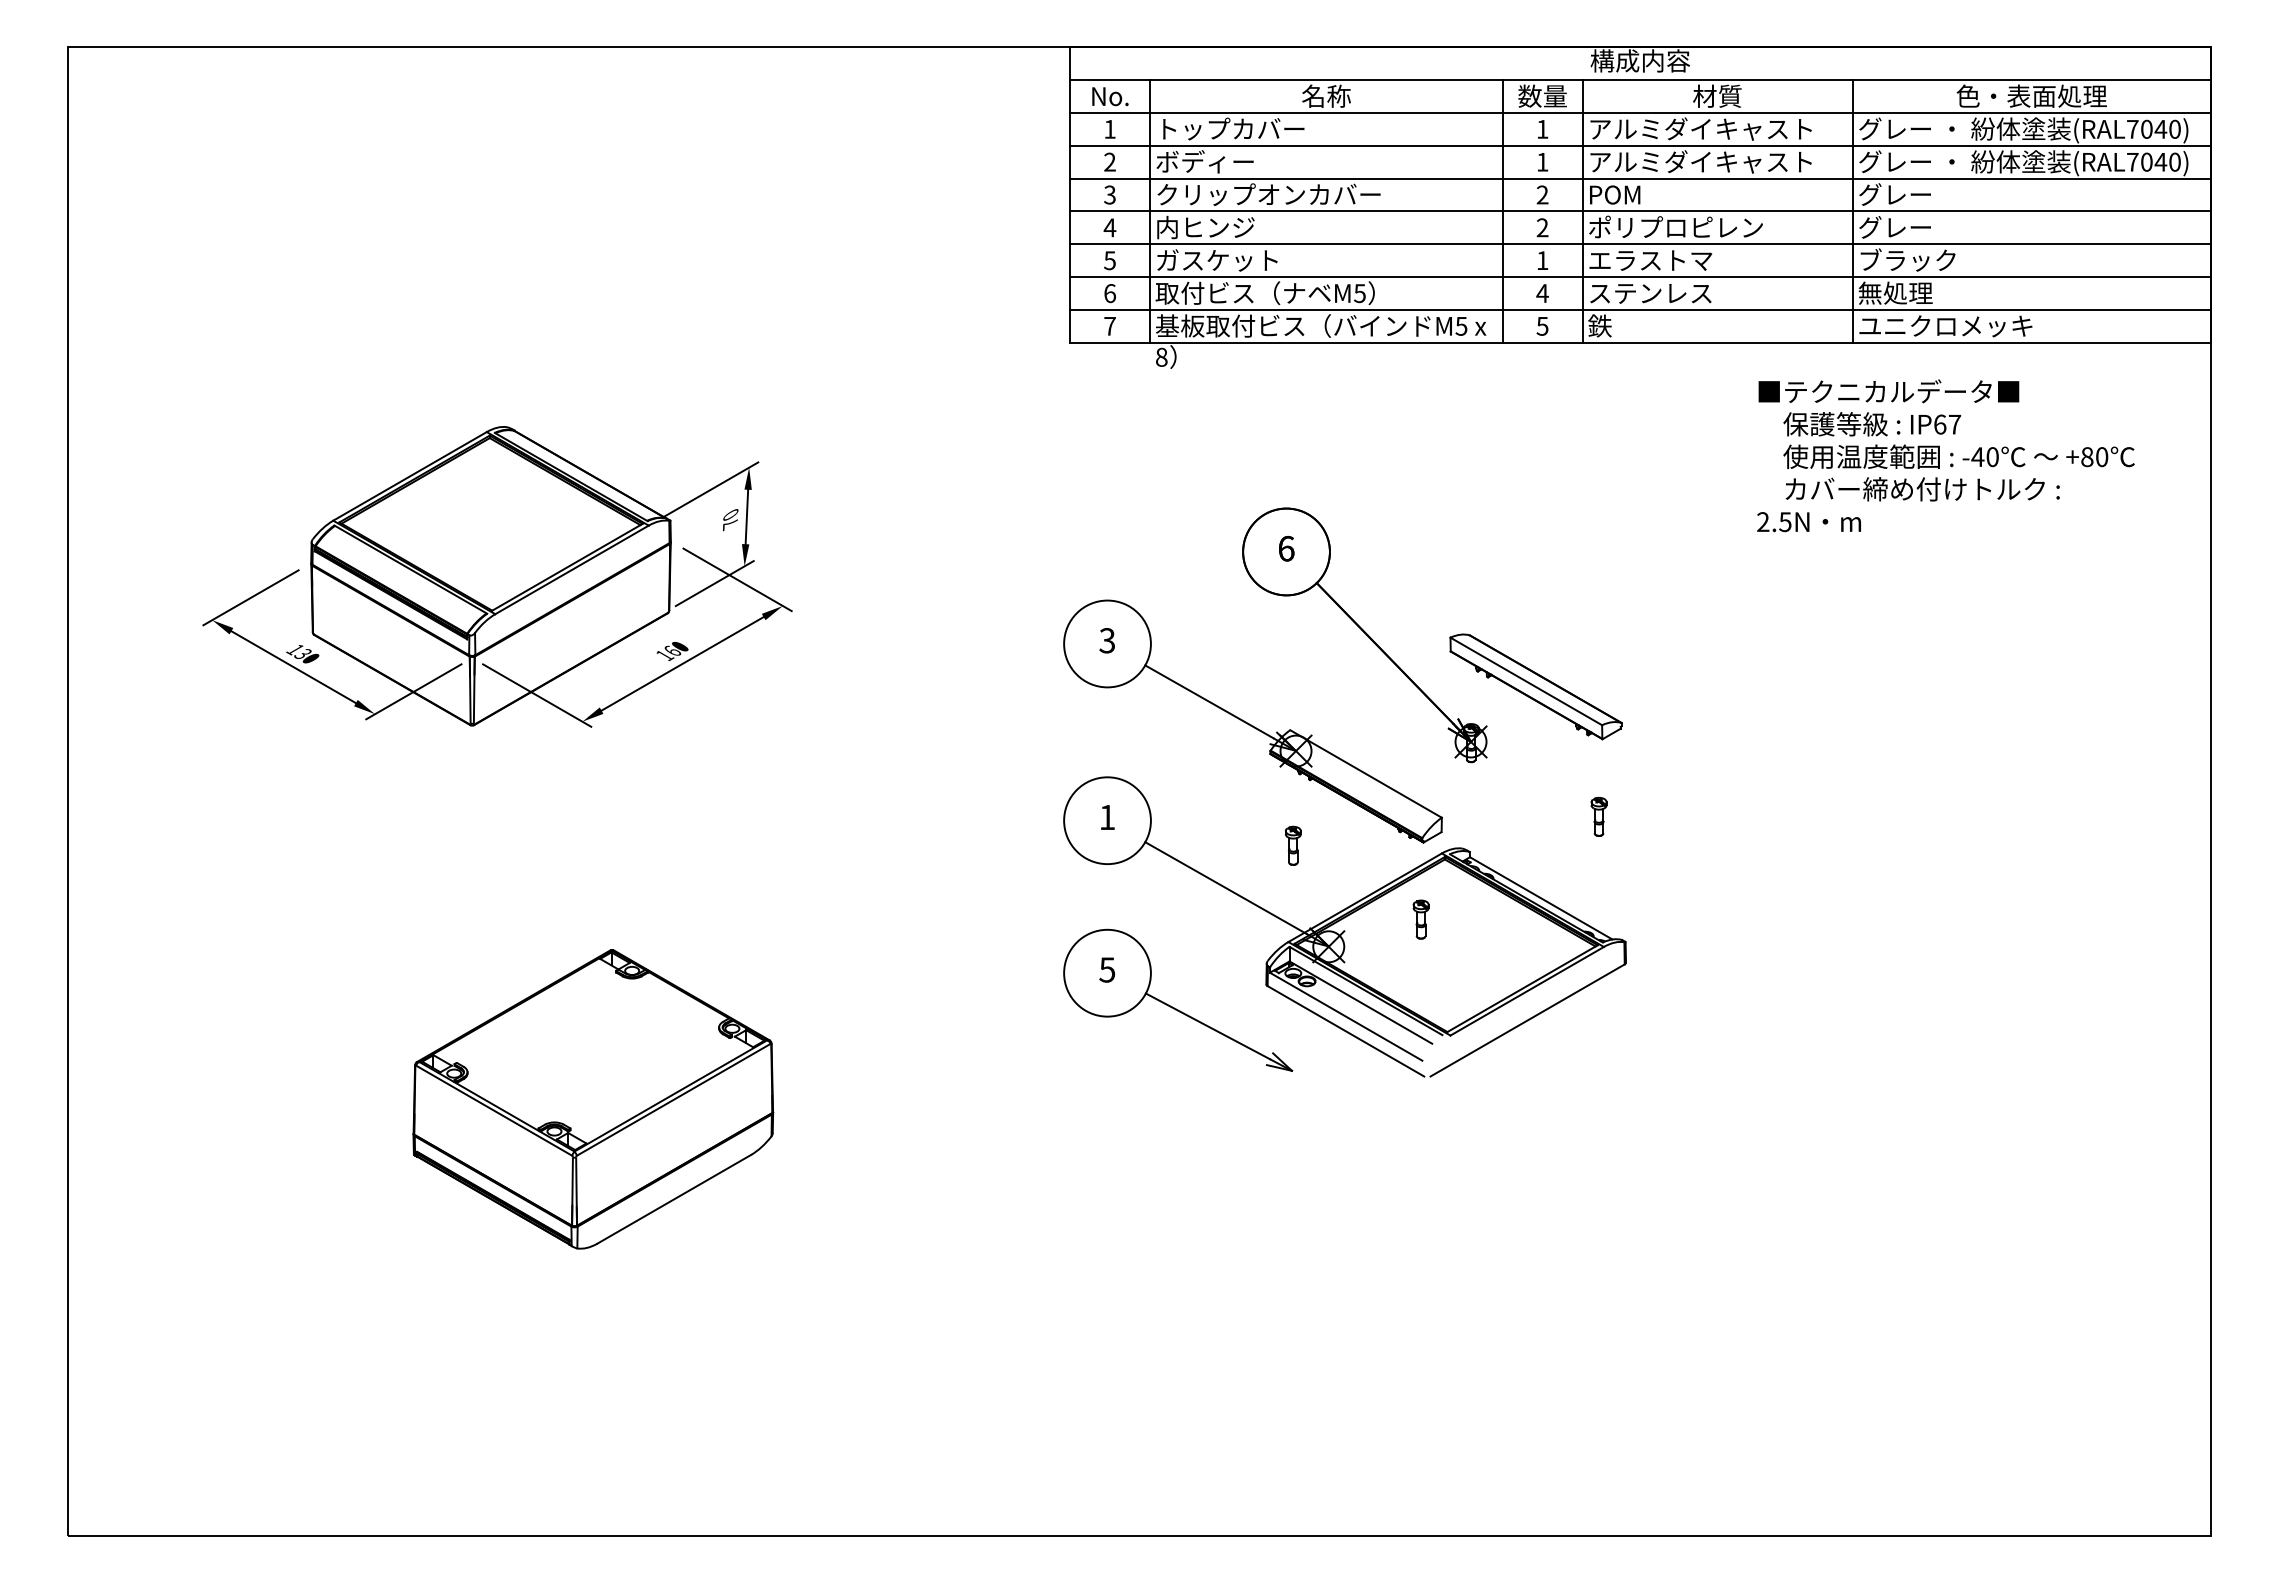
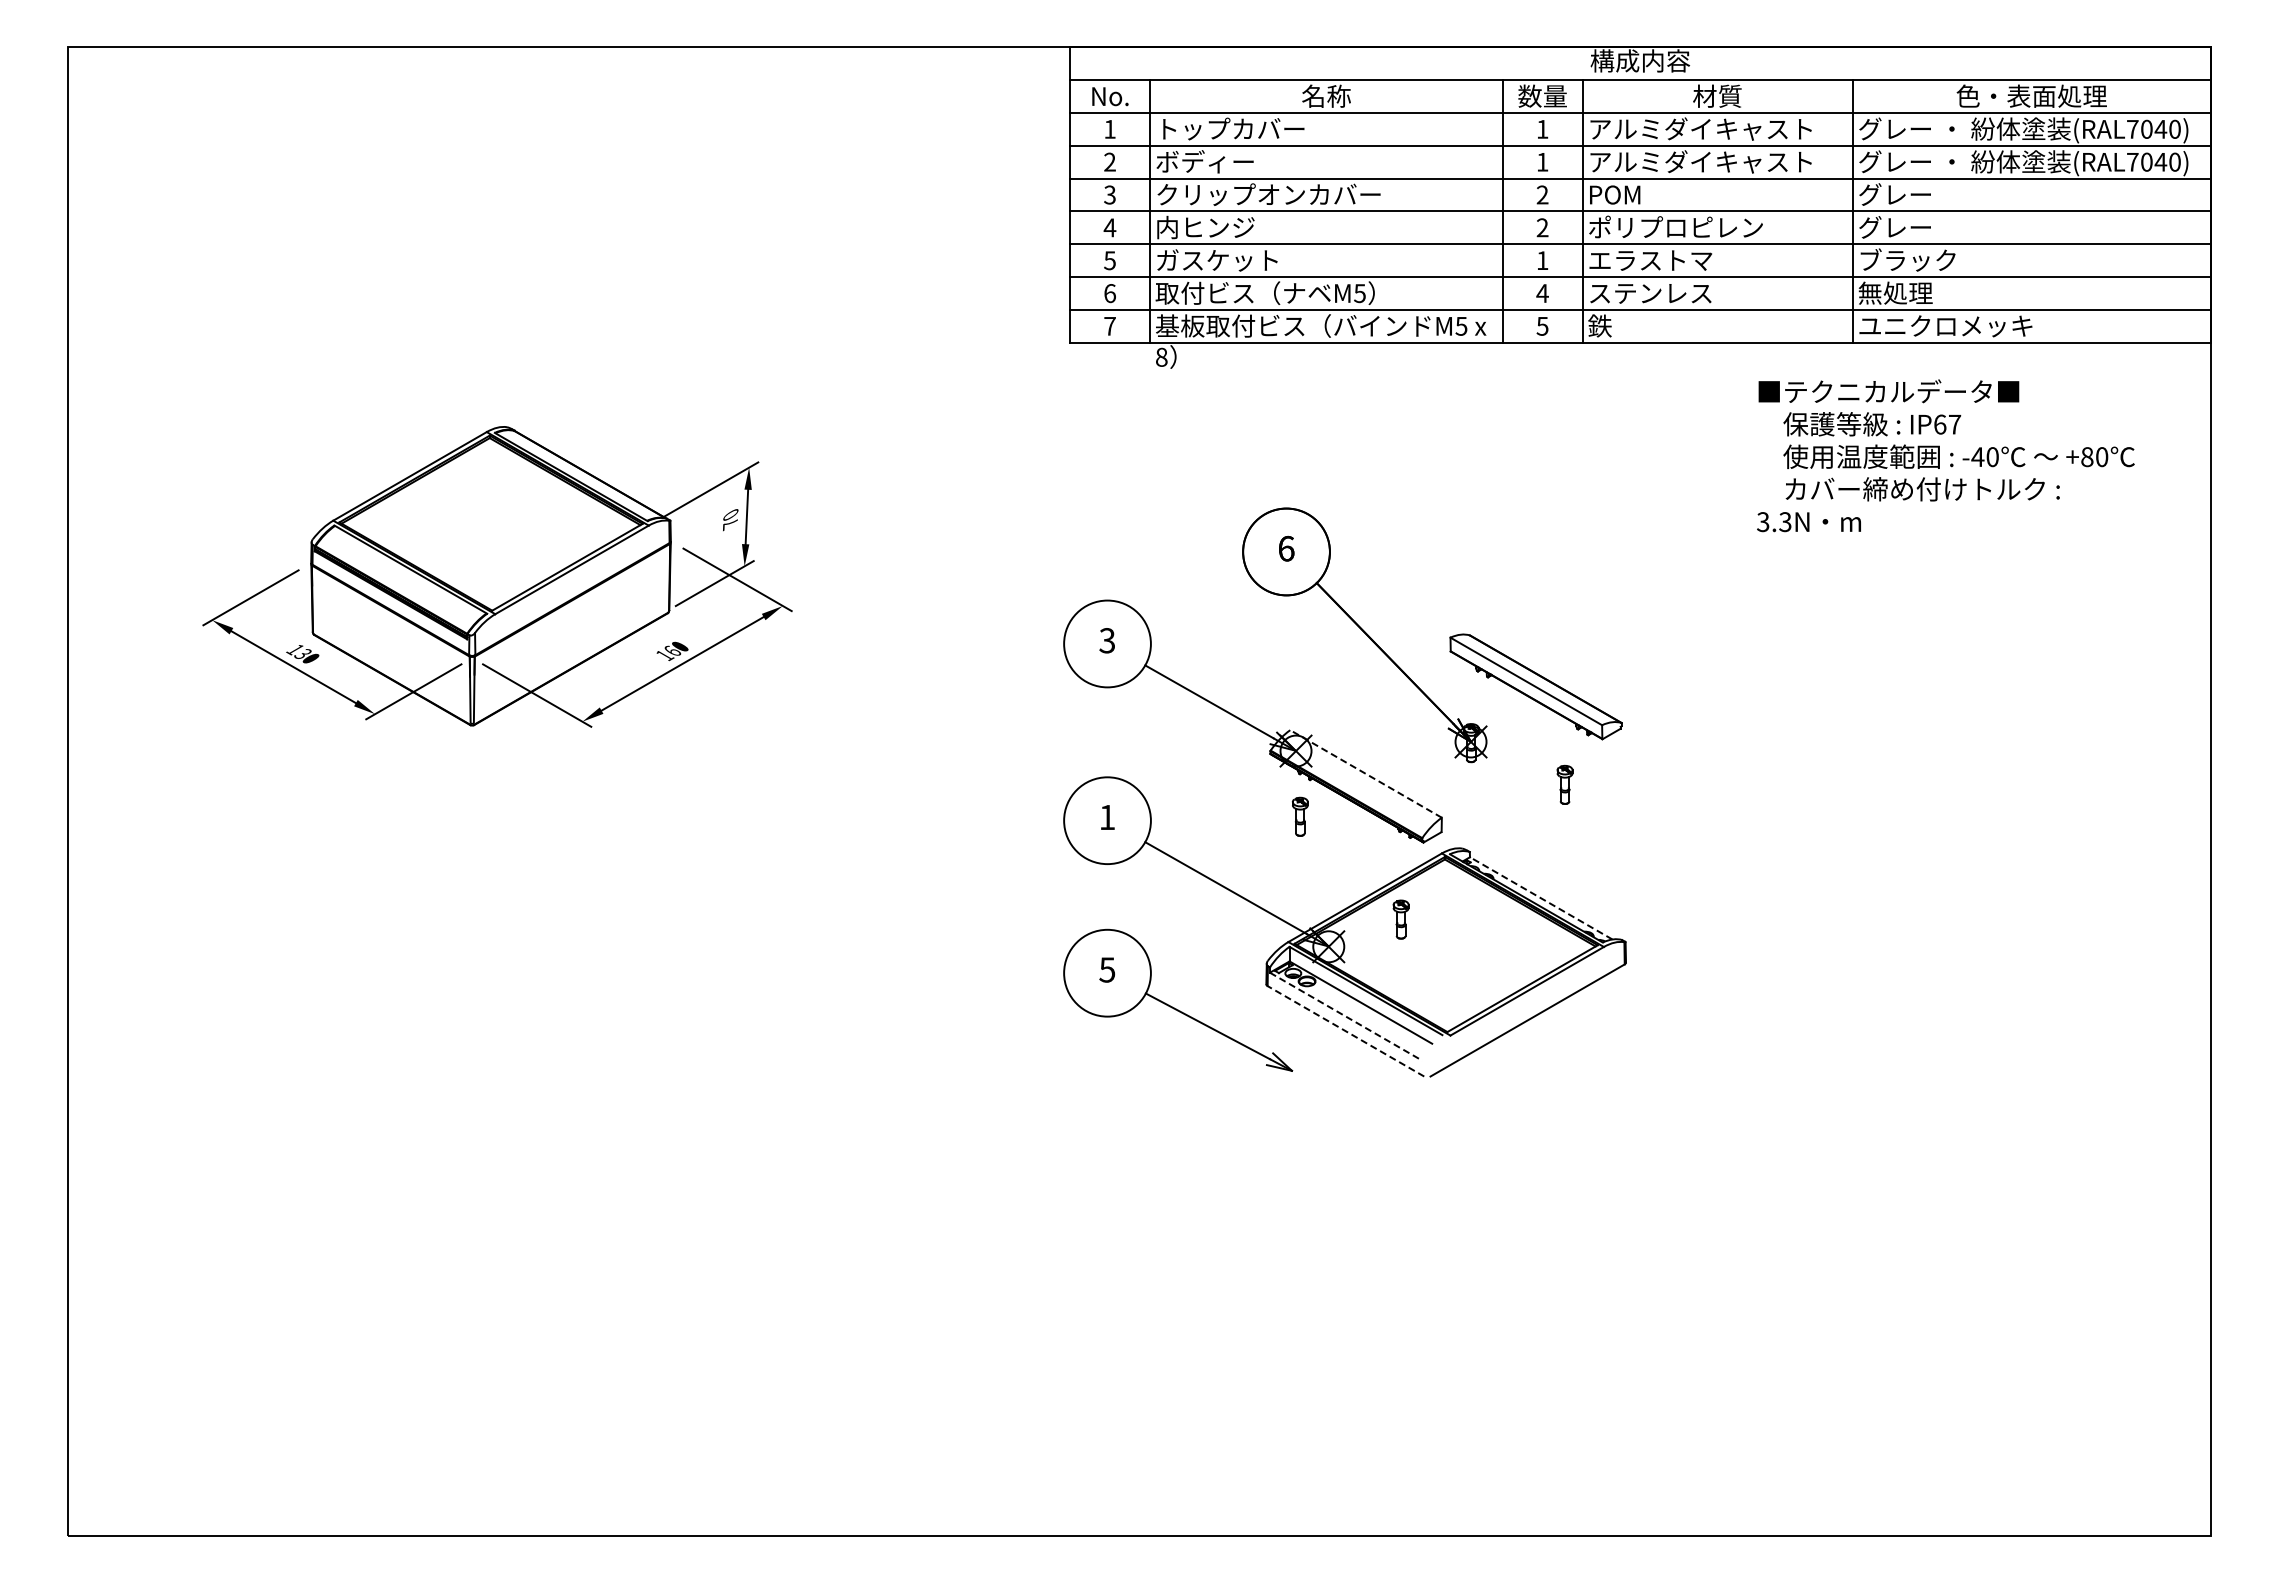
text at (1774, 522): 2.5N -> 3.3N
line at (1366, 773): solid -> dashed
part at (1598, 816) position: (1598, 816) -> (1564, 784)
part at (1293, 845) position: (1293, 845) -> (1300, 816)
line at (1540, 898): solid -> dashed
part at (1420, 919) position: (1420, 919) -> (1400, 919)
line at (1346, 1016): solid -> dashed
line at (1345, 1031): solid -> dashed
part at (593, 1099): present -> none
